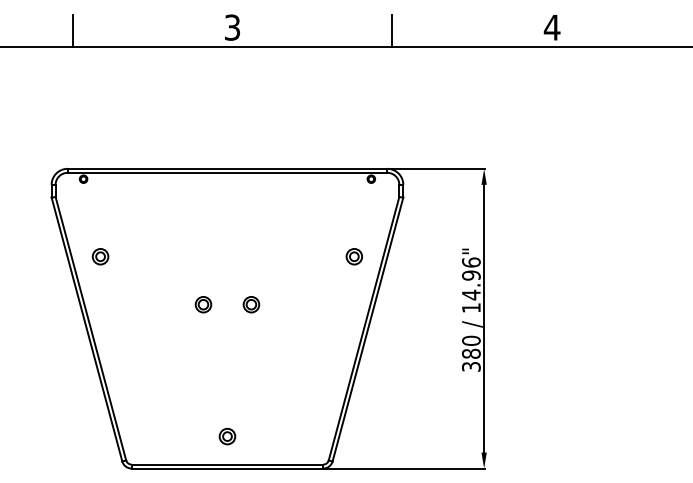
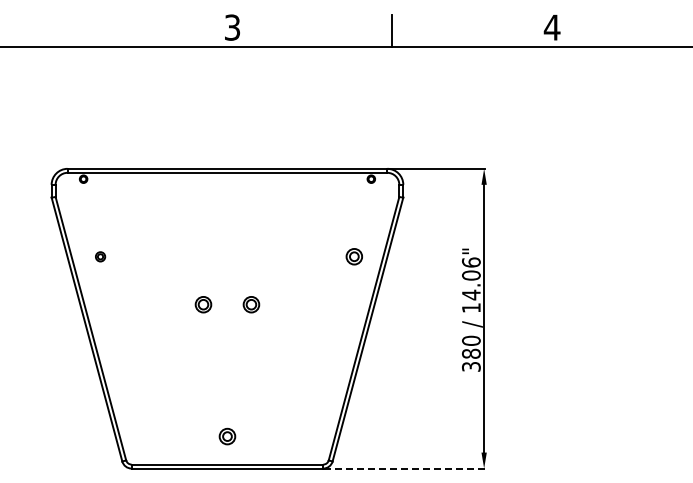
line at (72, 30): present -> none
part at (100, 256) size: 19x18 px -> 12x12 px
text at (471, 275): 14.96" -> 14.06"
line at (404, 468): solid -> dashed
